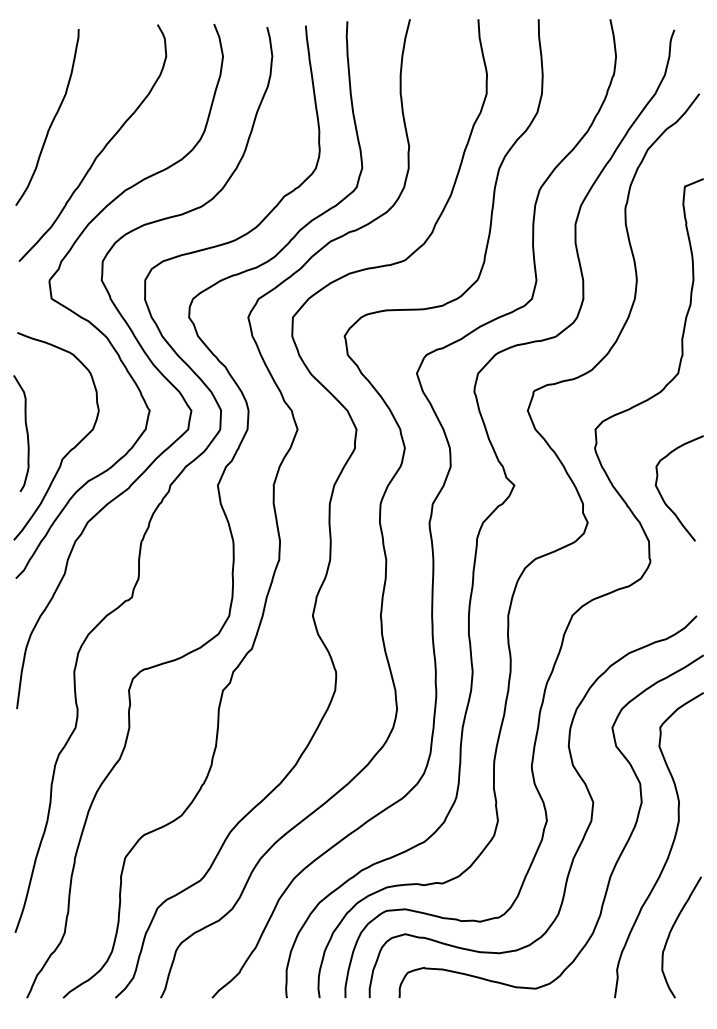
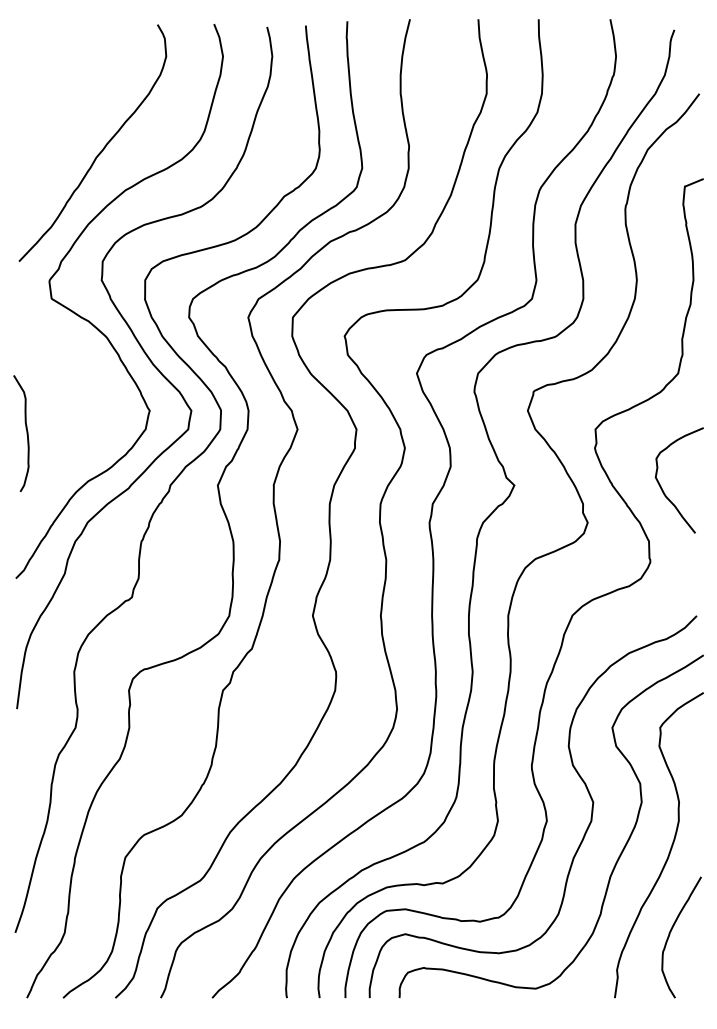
curve at (52, 119): present -> none
curve at (70, 449): present -> none
curve at (662, 496) position: (662, 496) -> (662, 488)
